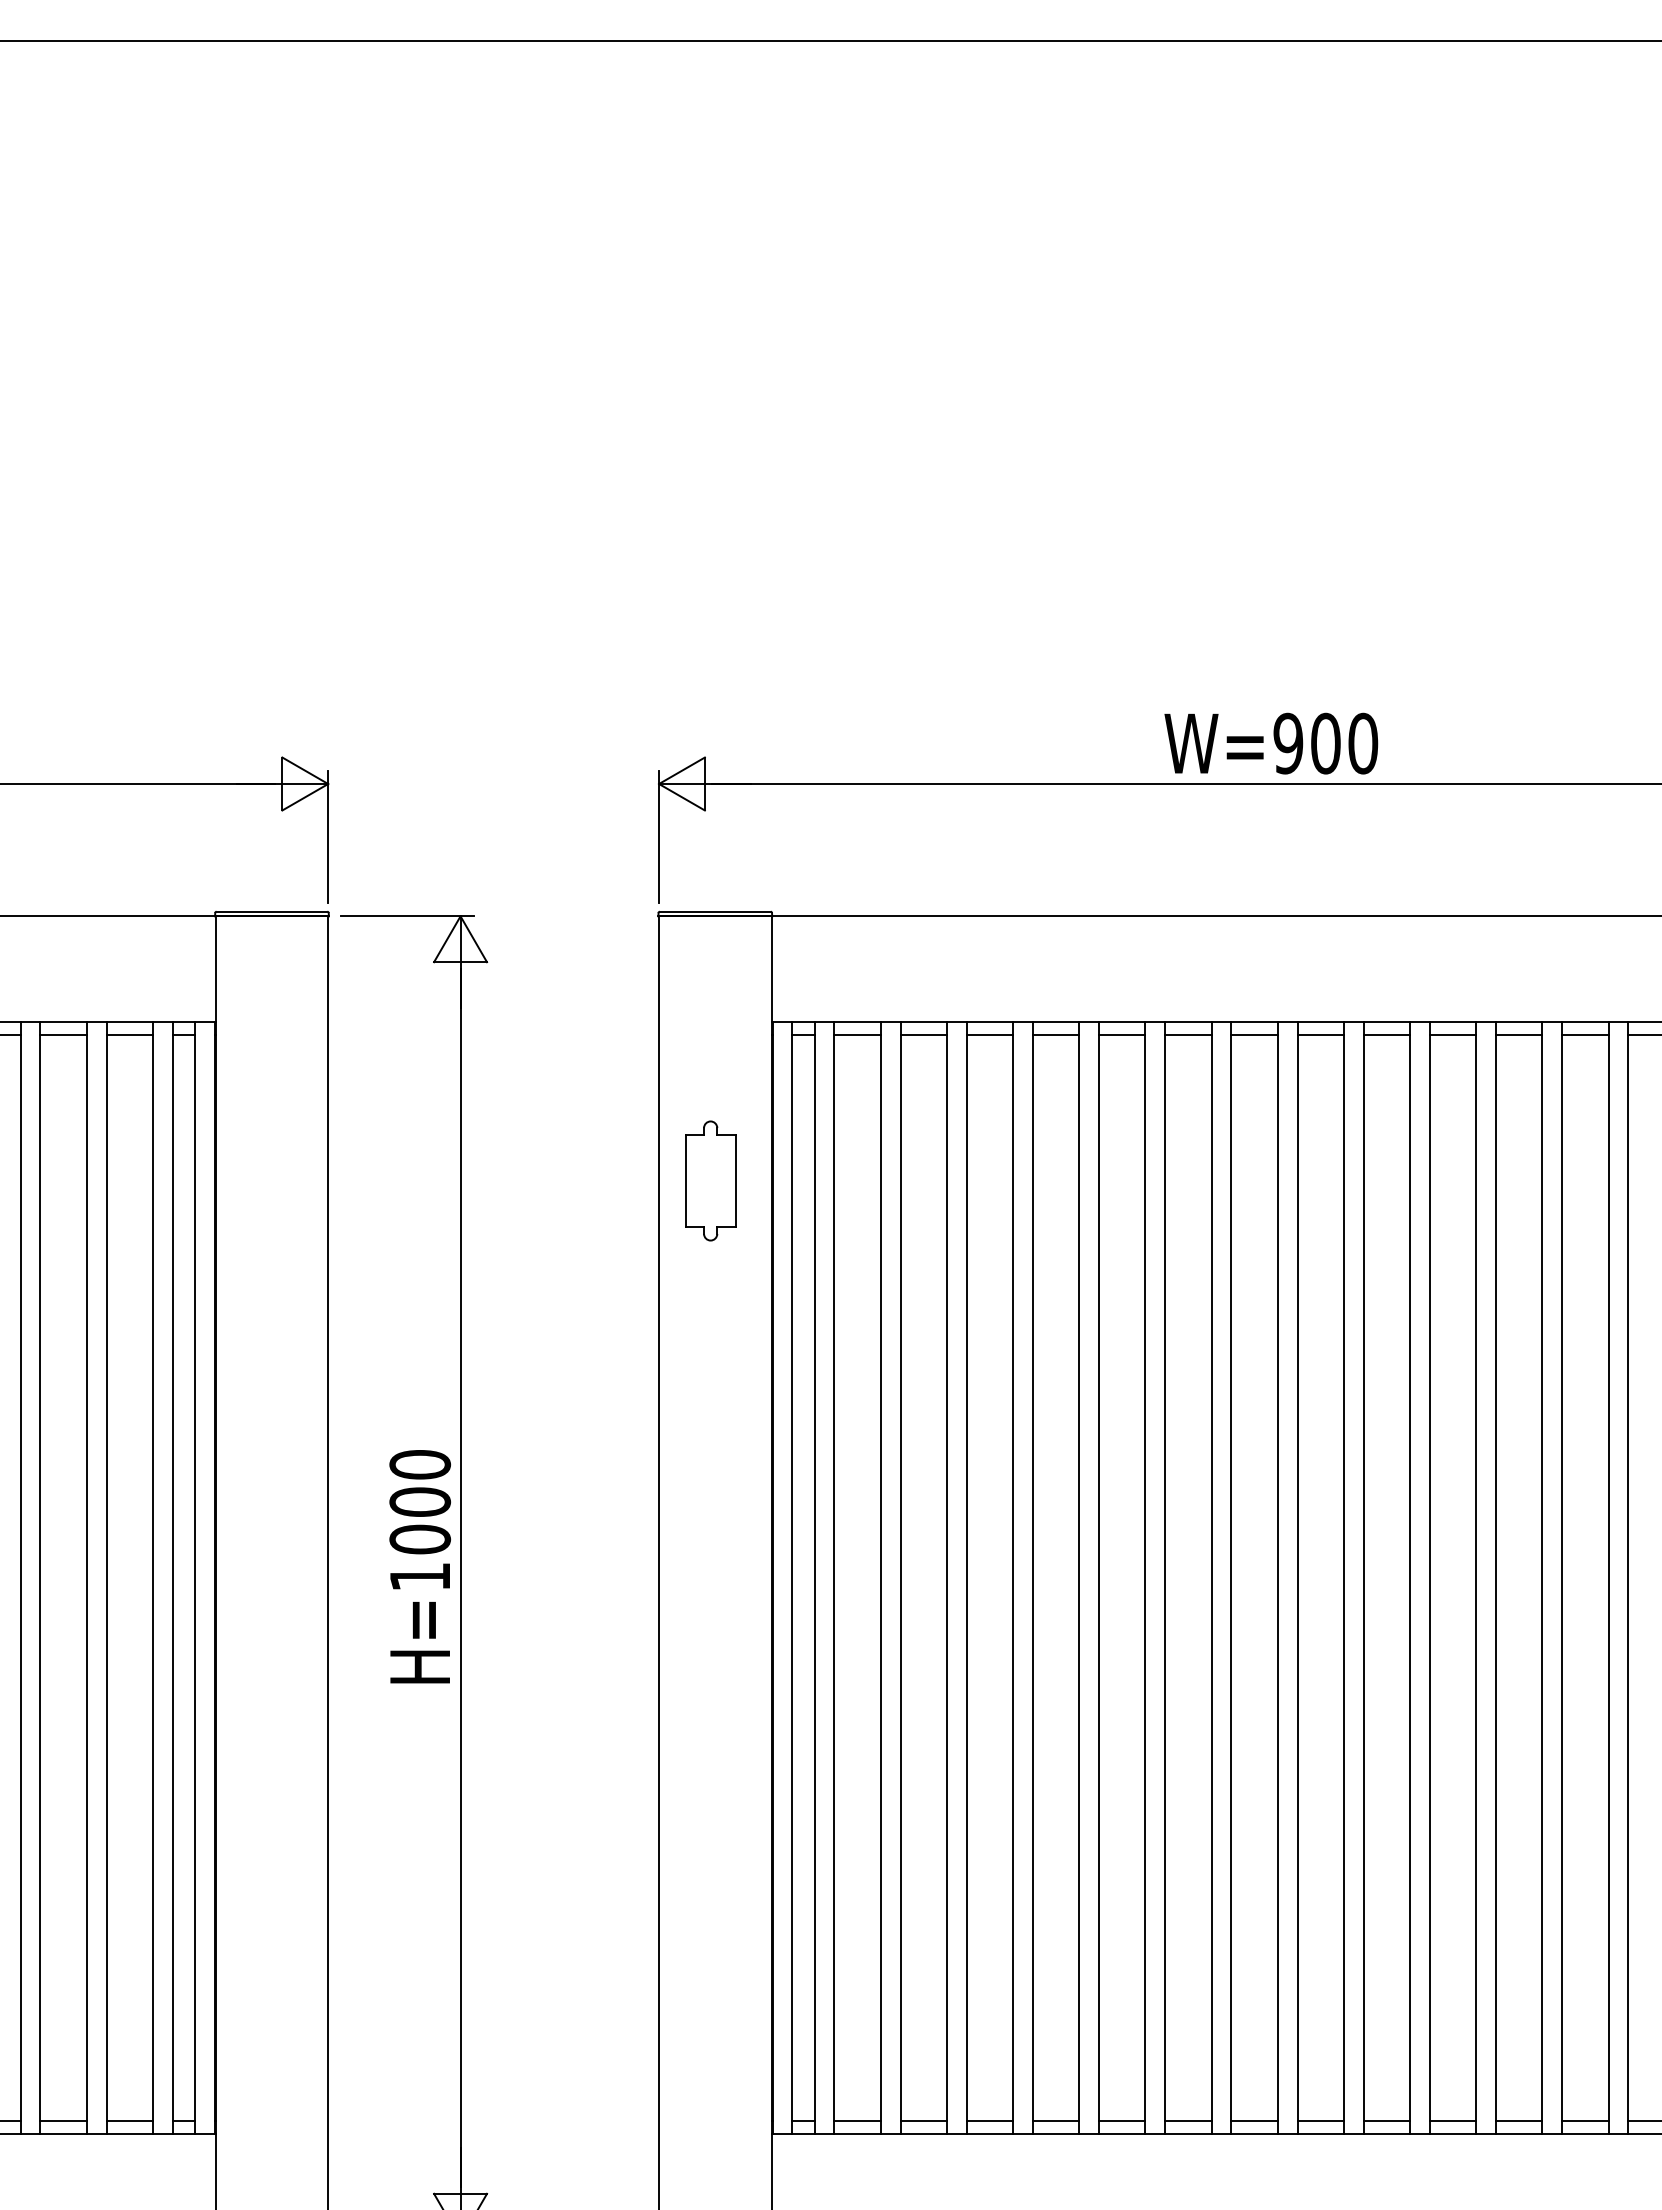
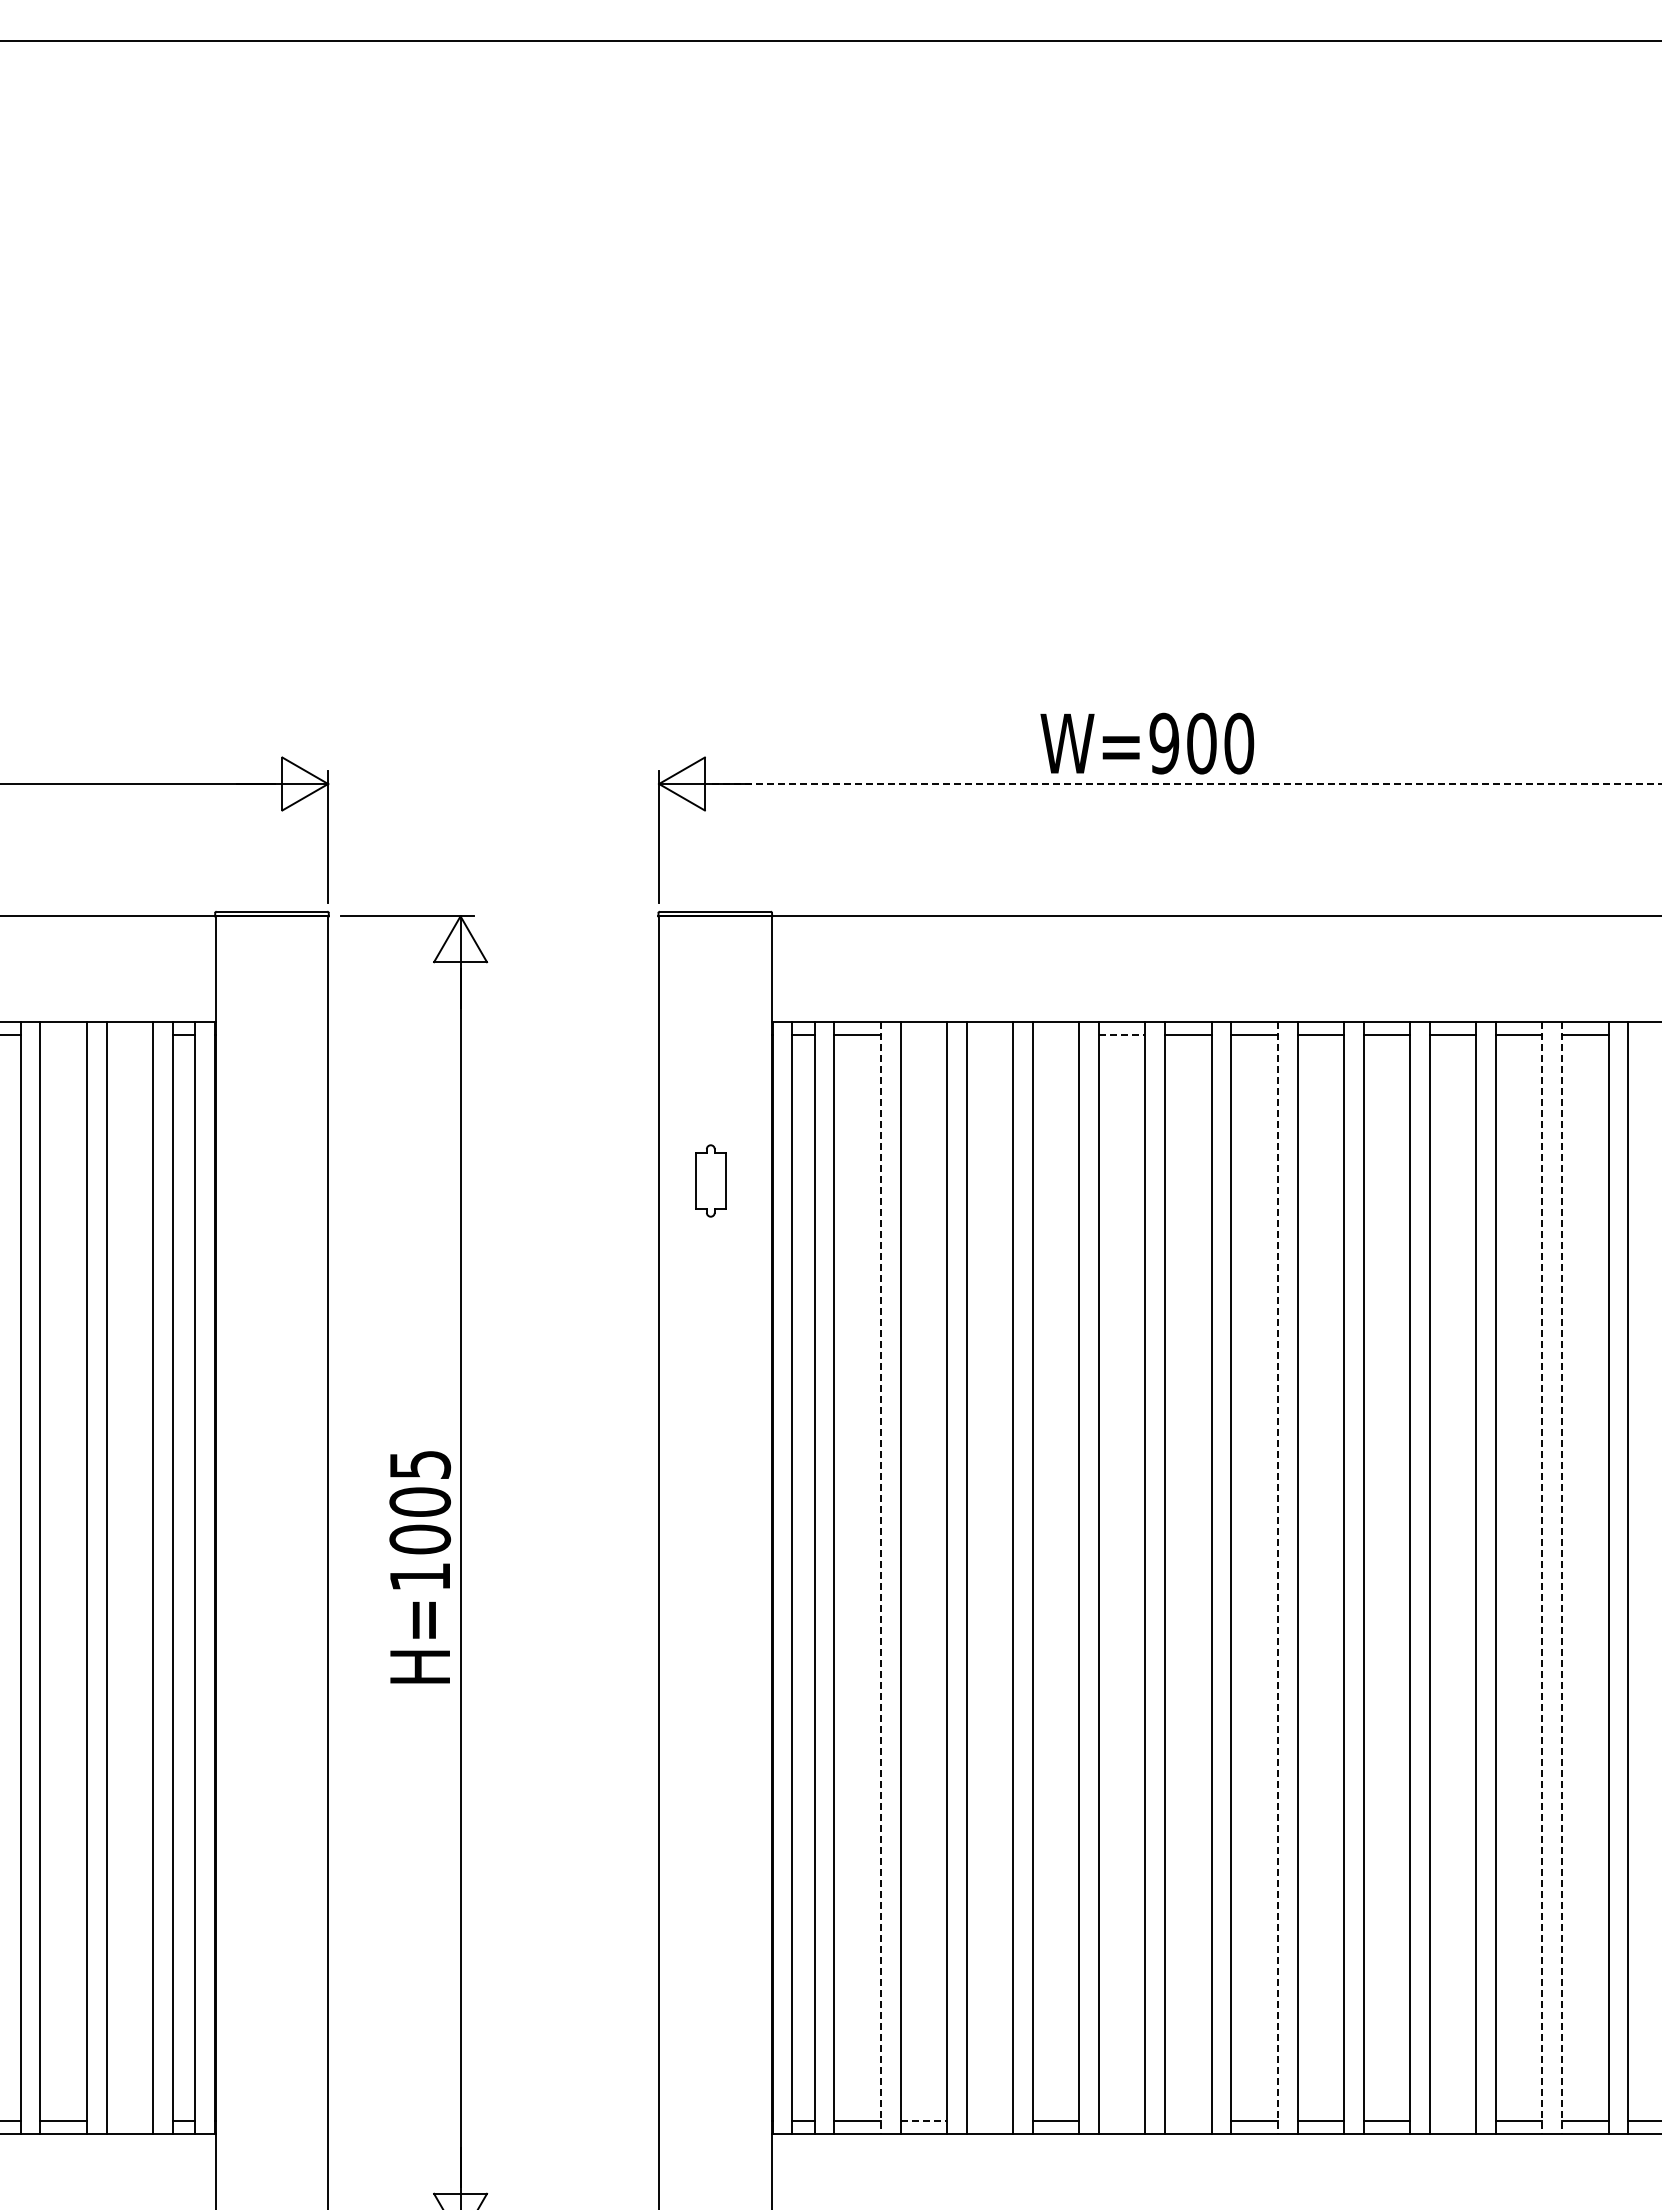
text at (1271, 743) position: (1271, 743) -> (1147, 743)
line at (1186, 784): solid -> dashed
line at (63, 1035): present -> none
line at (129, 1035): present -> none
line at (923, 1035): present -> none
line at (989, 1035): present -> none
line at (1055, 1035): present -> none
line at (1122, 1035): solid -> dashed
line at (1643, 1035): present -> none
part at (710, 1180) size: 52x122 px -> 32x74 px
text at (420, 1464): H=1000 -> H=1005
line at (880, 1578): solid -> dashed
line at (1277, 1578): solid -> dashed
line at (1542, 1578): solid -> dashed
line at (1562, 1578): solid -> dashed
line at (129, 2120): present -> none
line at (924, 2120): solid -> dashed
line at (989, 2120): present -> none
line at (1122, 2120): present -> none
line at (1188, 2120): present -> none
line at (1452, 2120): present -> none
